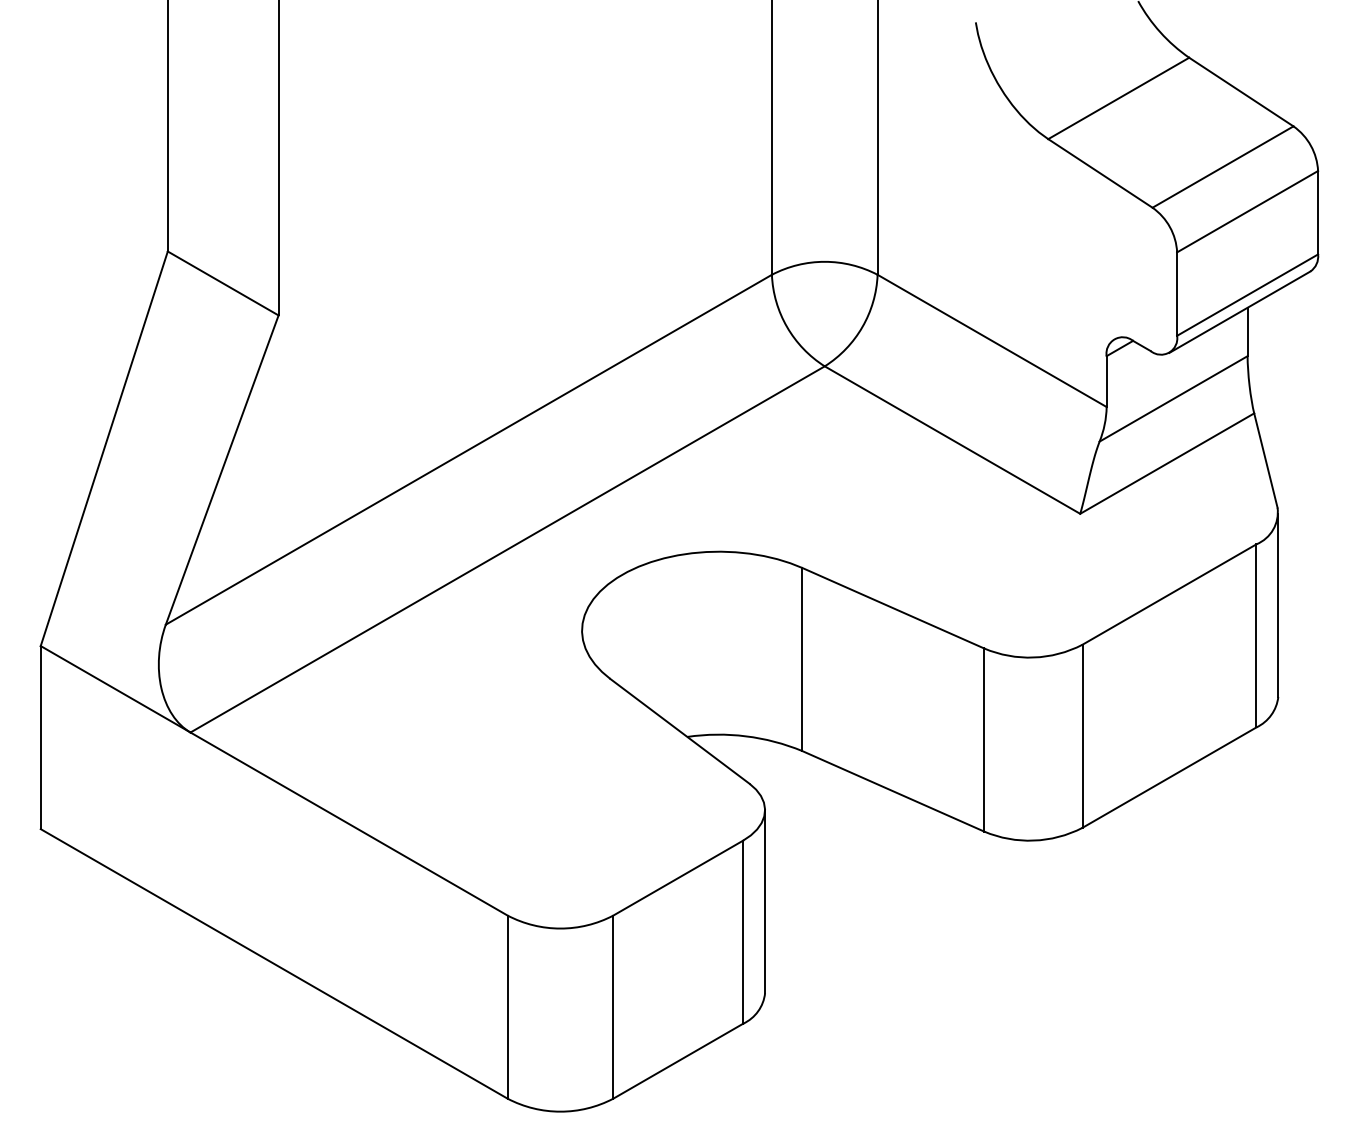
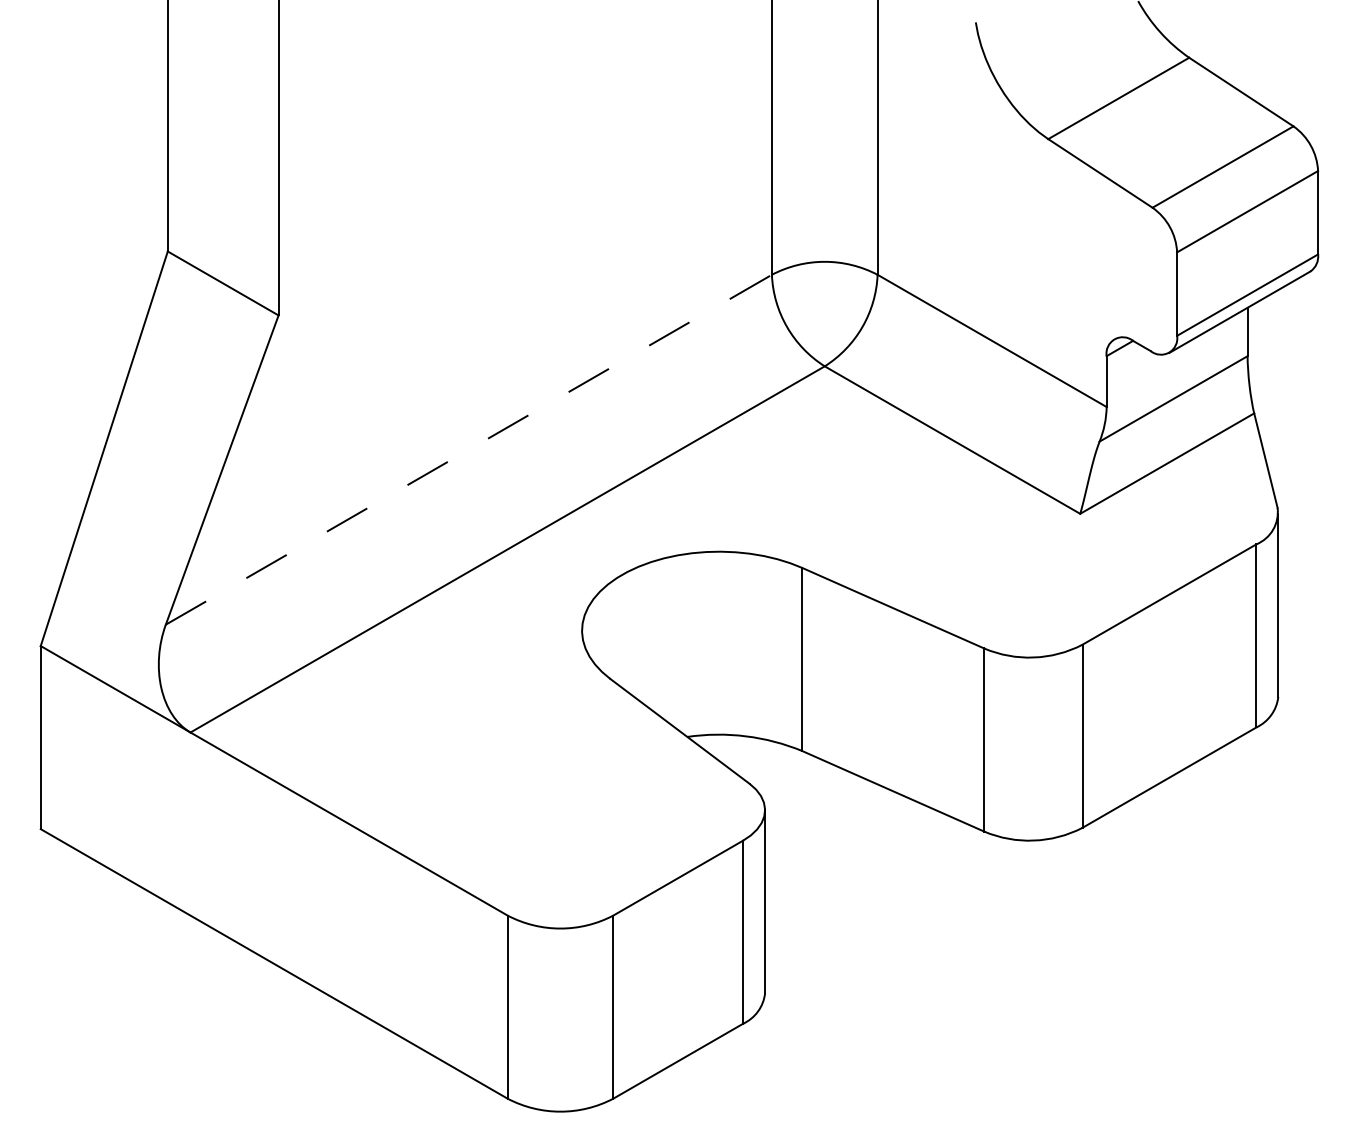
line at (468, 449): solid -> dashed
